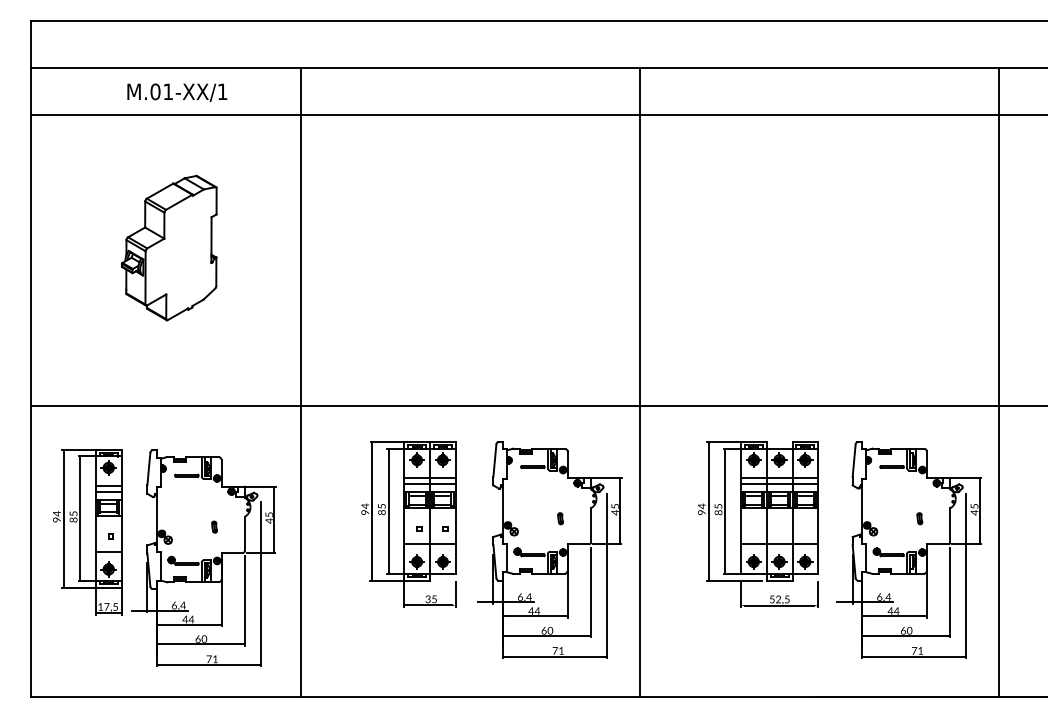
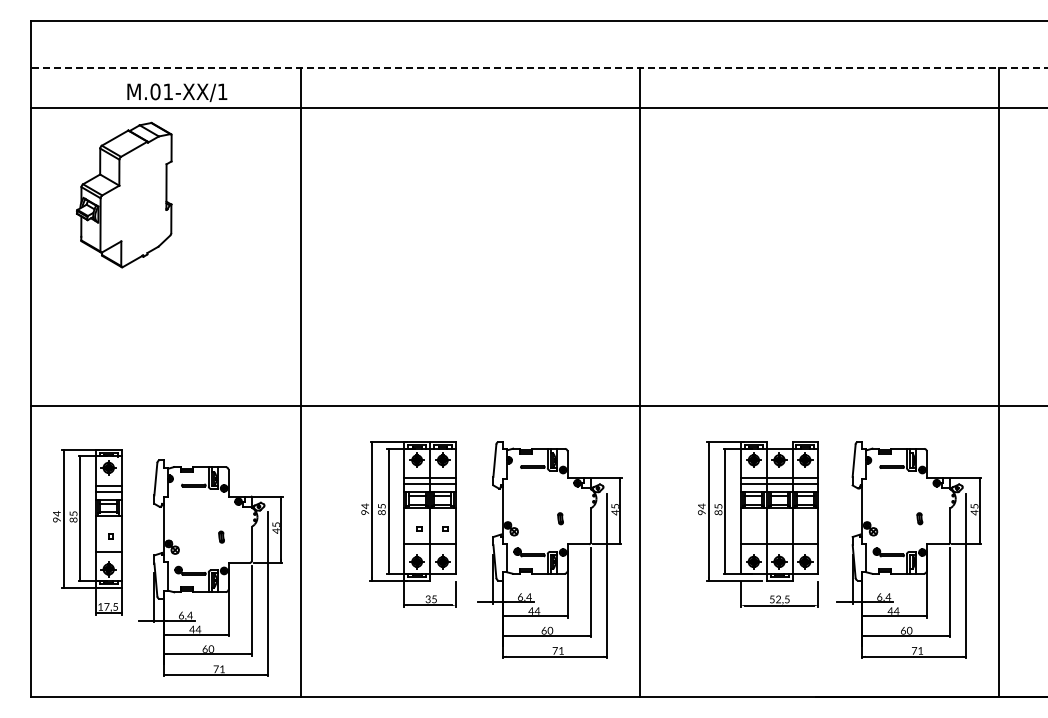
line at (539, 68): solid -> dashed
line at (537, 114) position: (537, 114) -> (537, 107)
part at (169, 247) position: (169, 247) -> (124, 194)
part at (203, 557) position: (203, 557) -> (210, 567)
